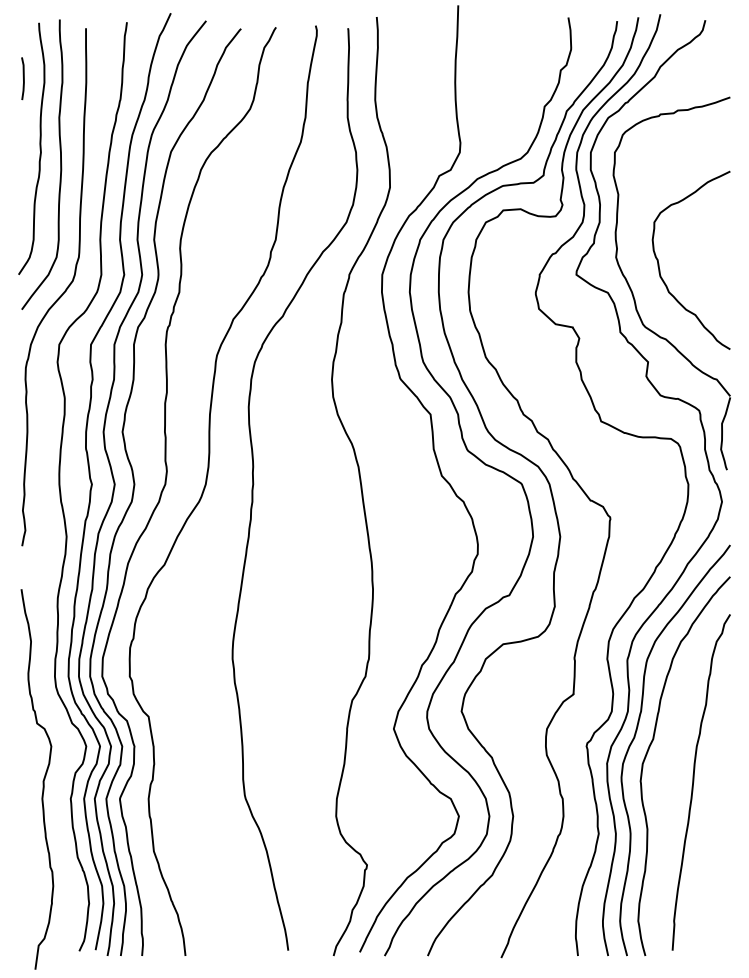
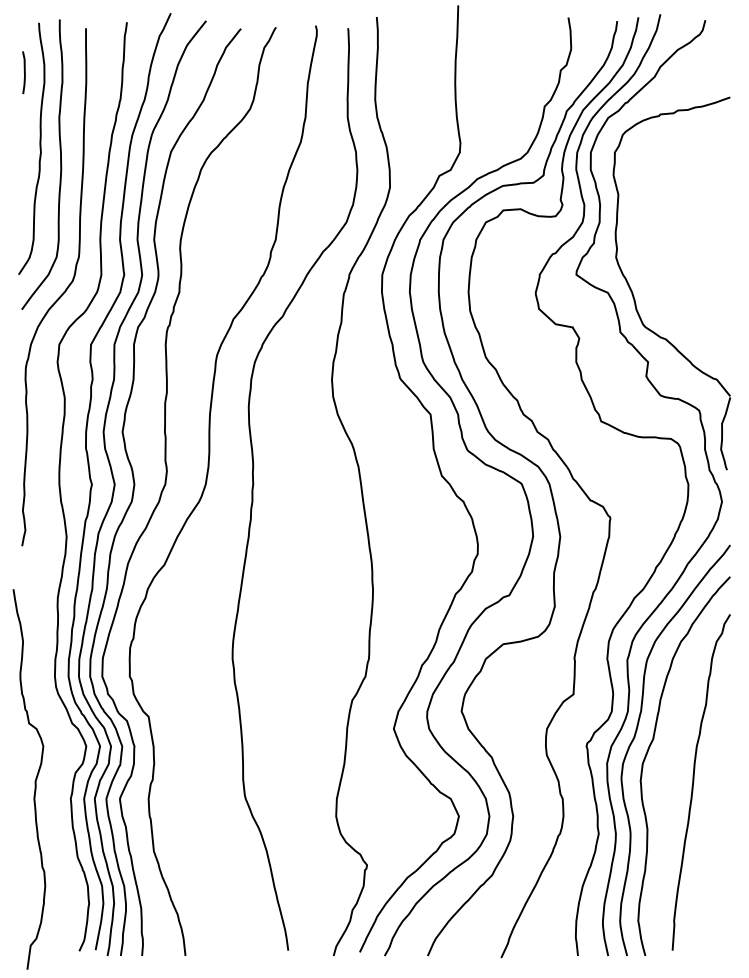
line at (23, 78) position: (23, 78) -> (24, 72)
curve at (659, 263): present -> none
curve at (42, 780) position: (42, 780) -> (34, 780)
